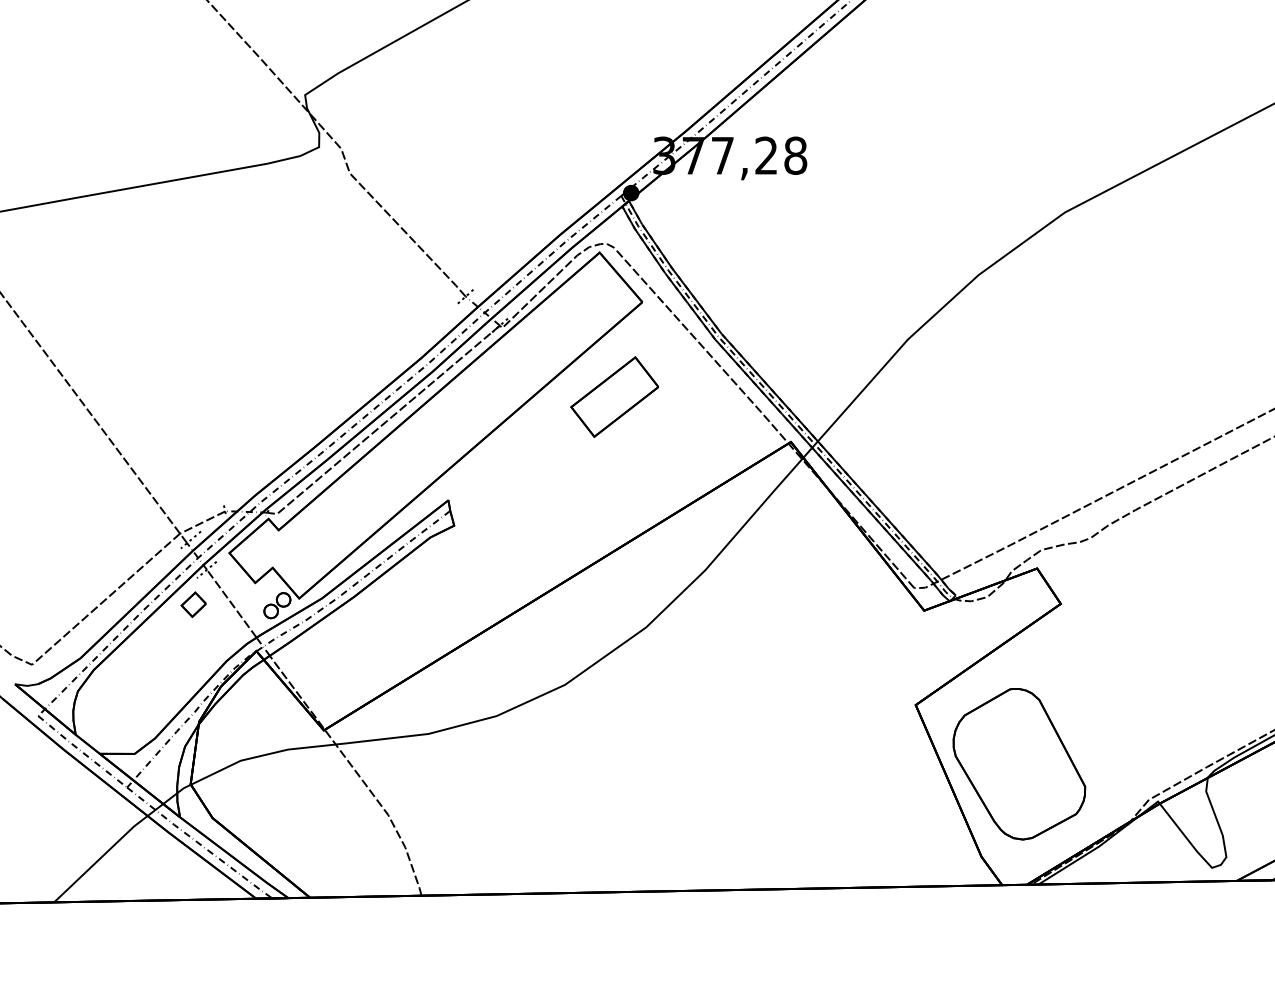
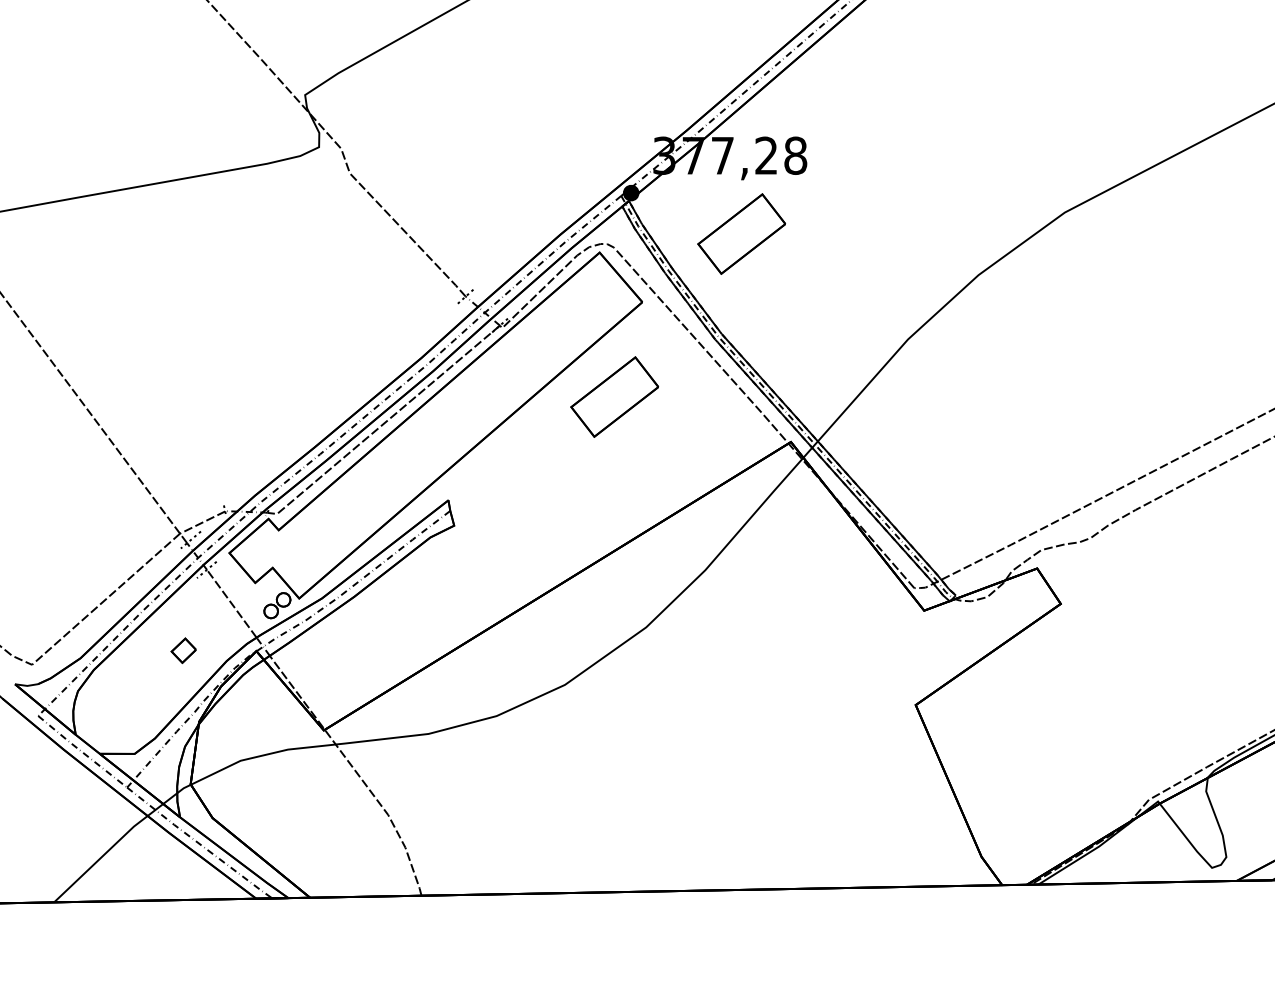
part at (741, 233): none -> present
part at (193, 604) position: (193, 604) -> (183, 650)
part at (1019, 764): present -> none
